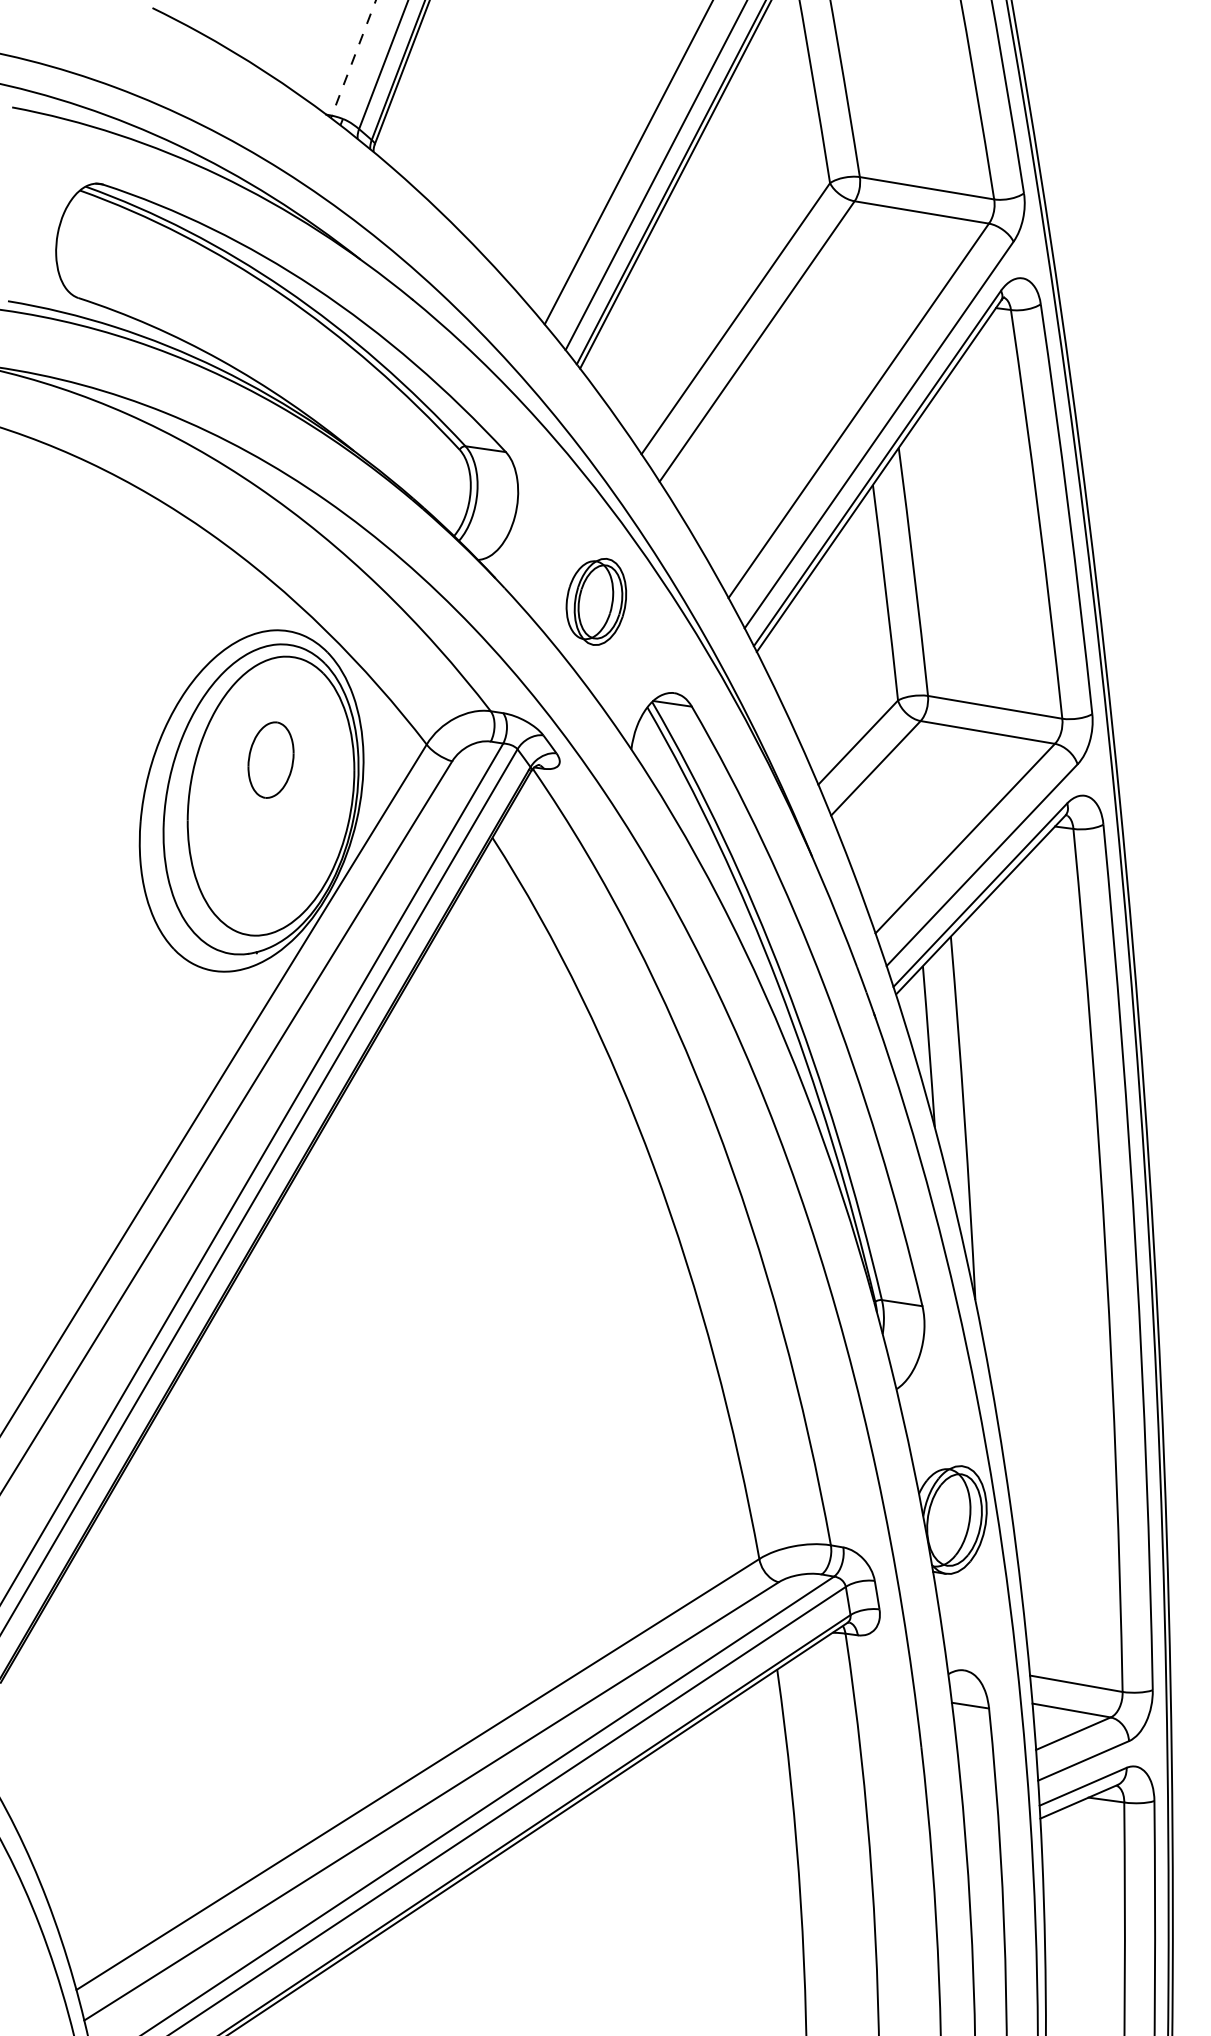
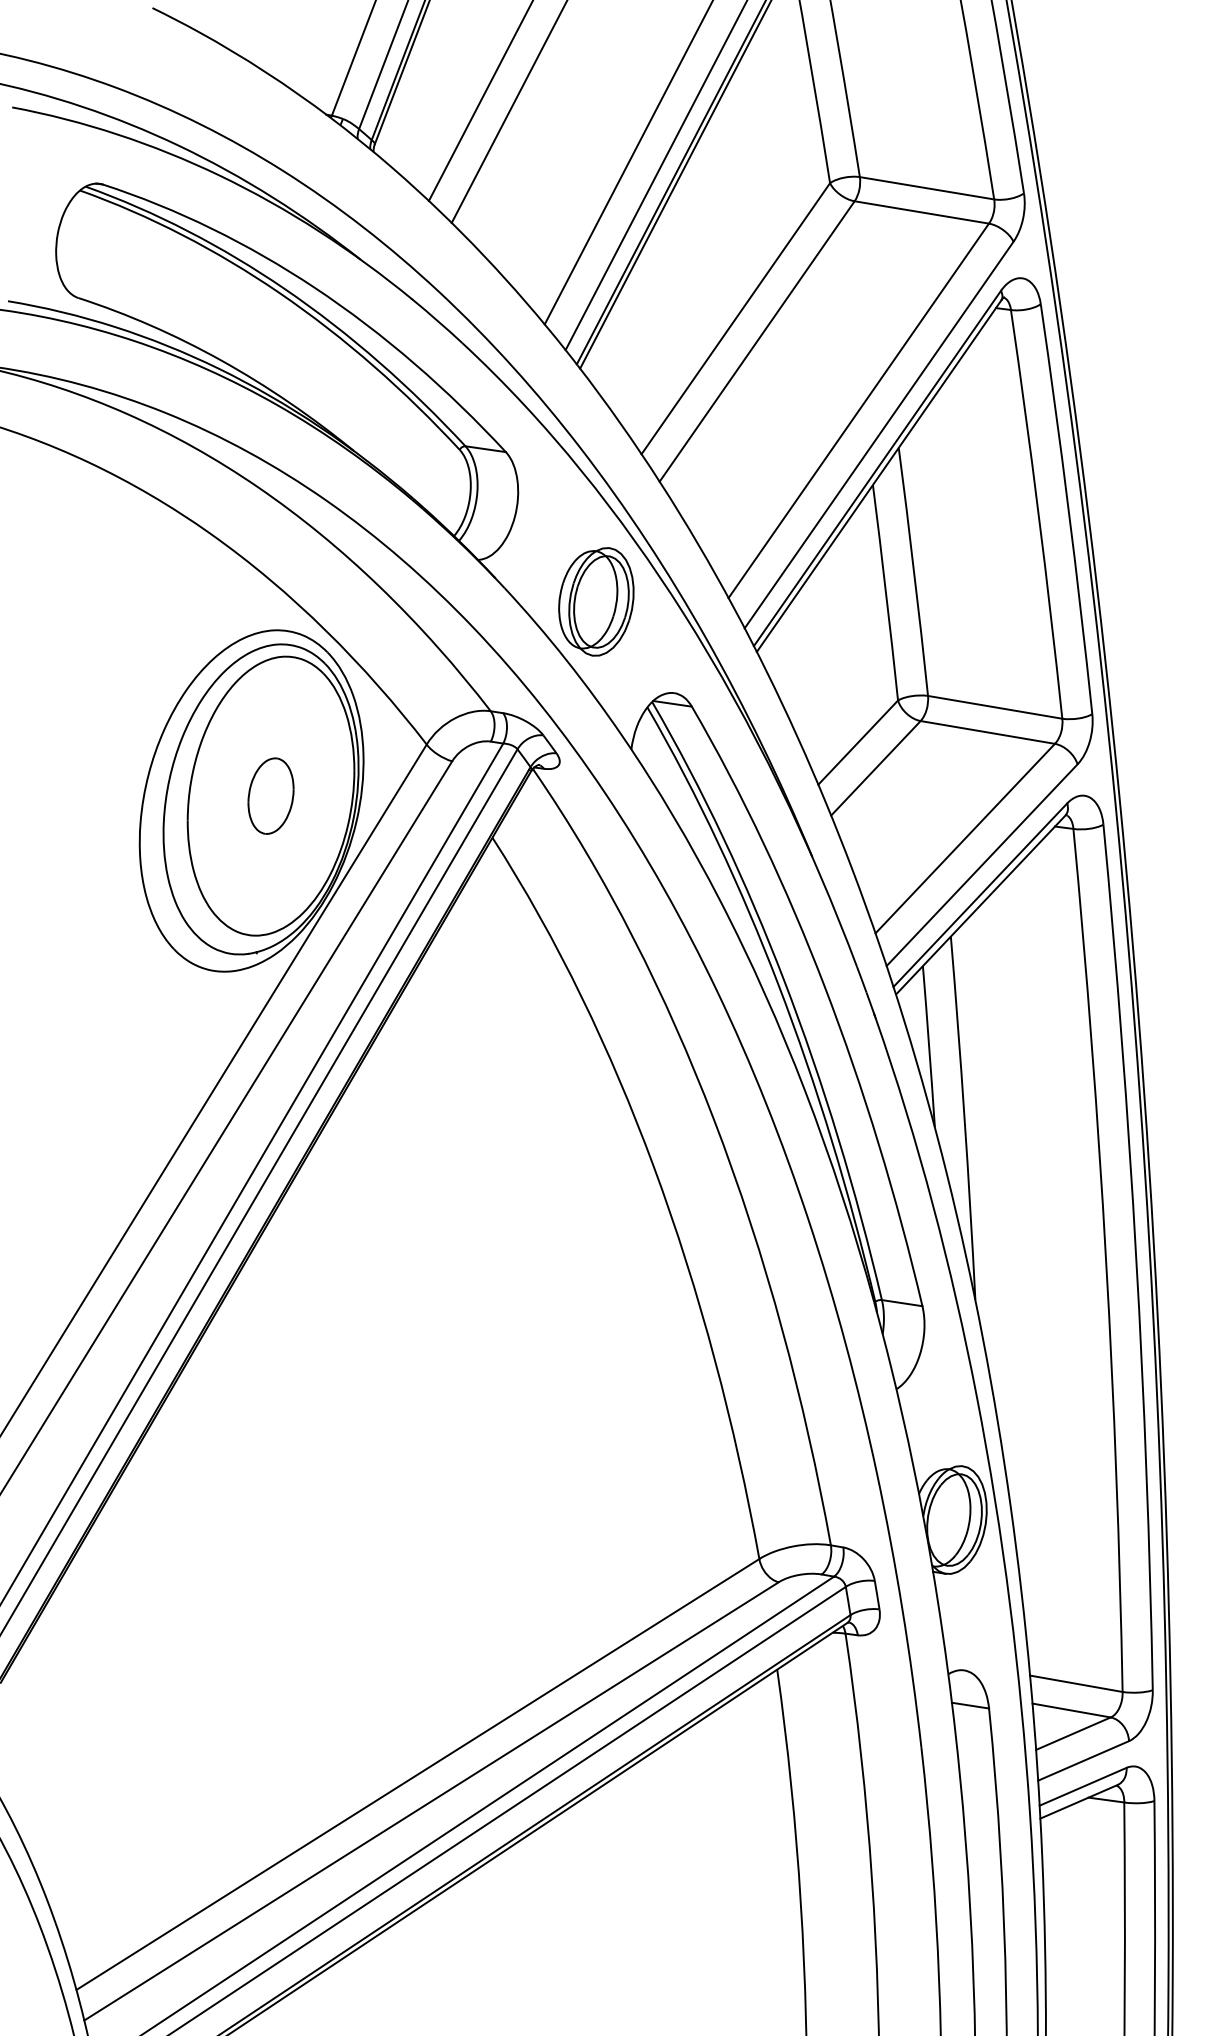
line at (353, 58): dashed -> solid
line at (480, 101): none -> present
line at (508, 112): none -> present
part at (596, 601) size: 63x88 px -> 77x110 px
part at (270, 759) position: (270, 759) -> (270, 795)
